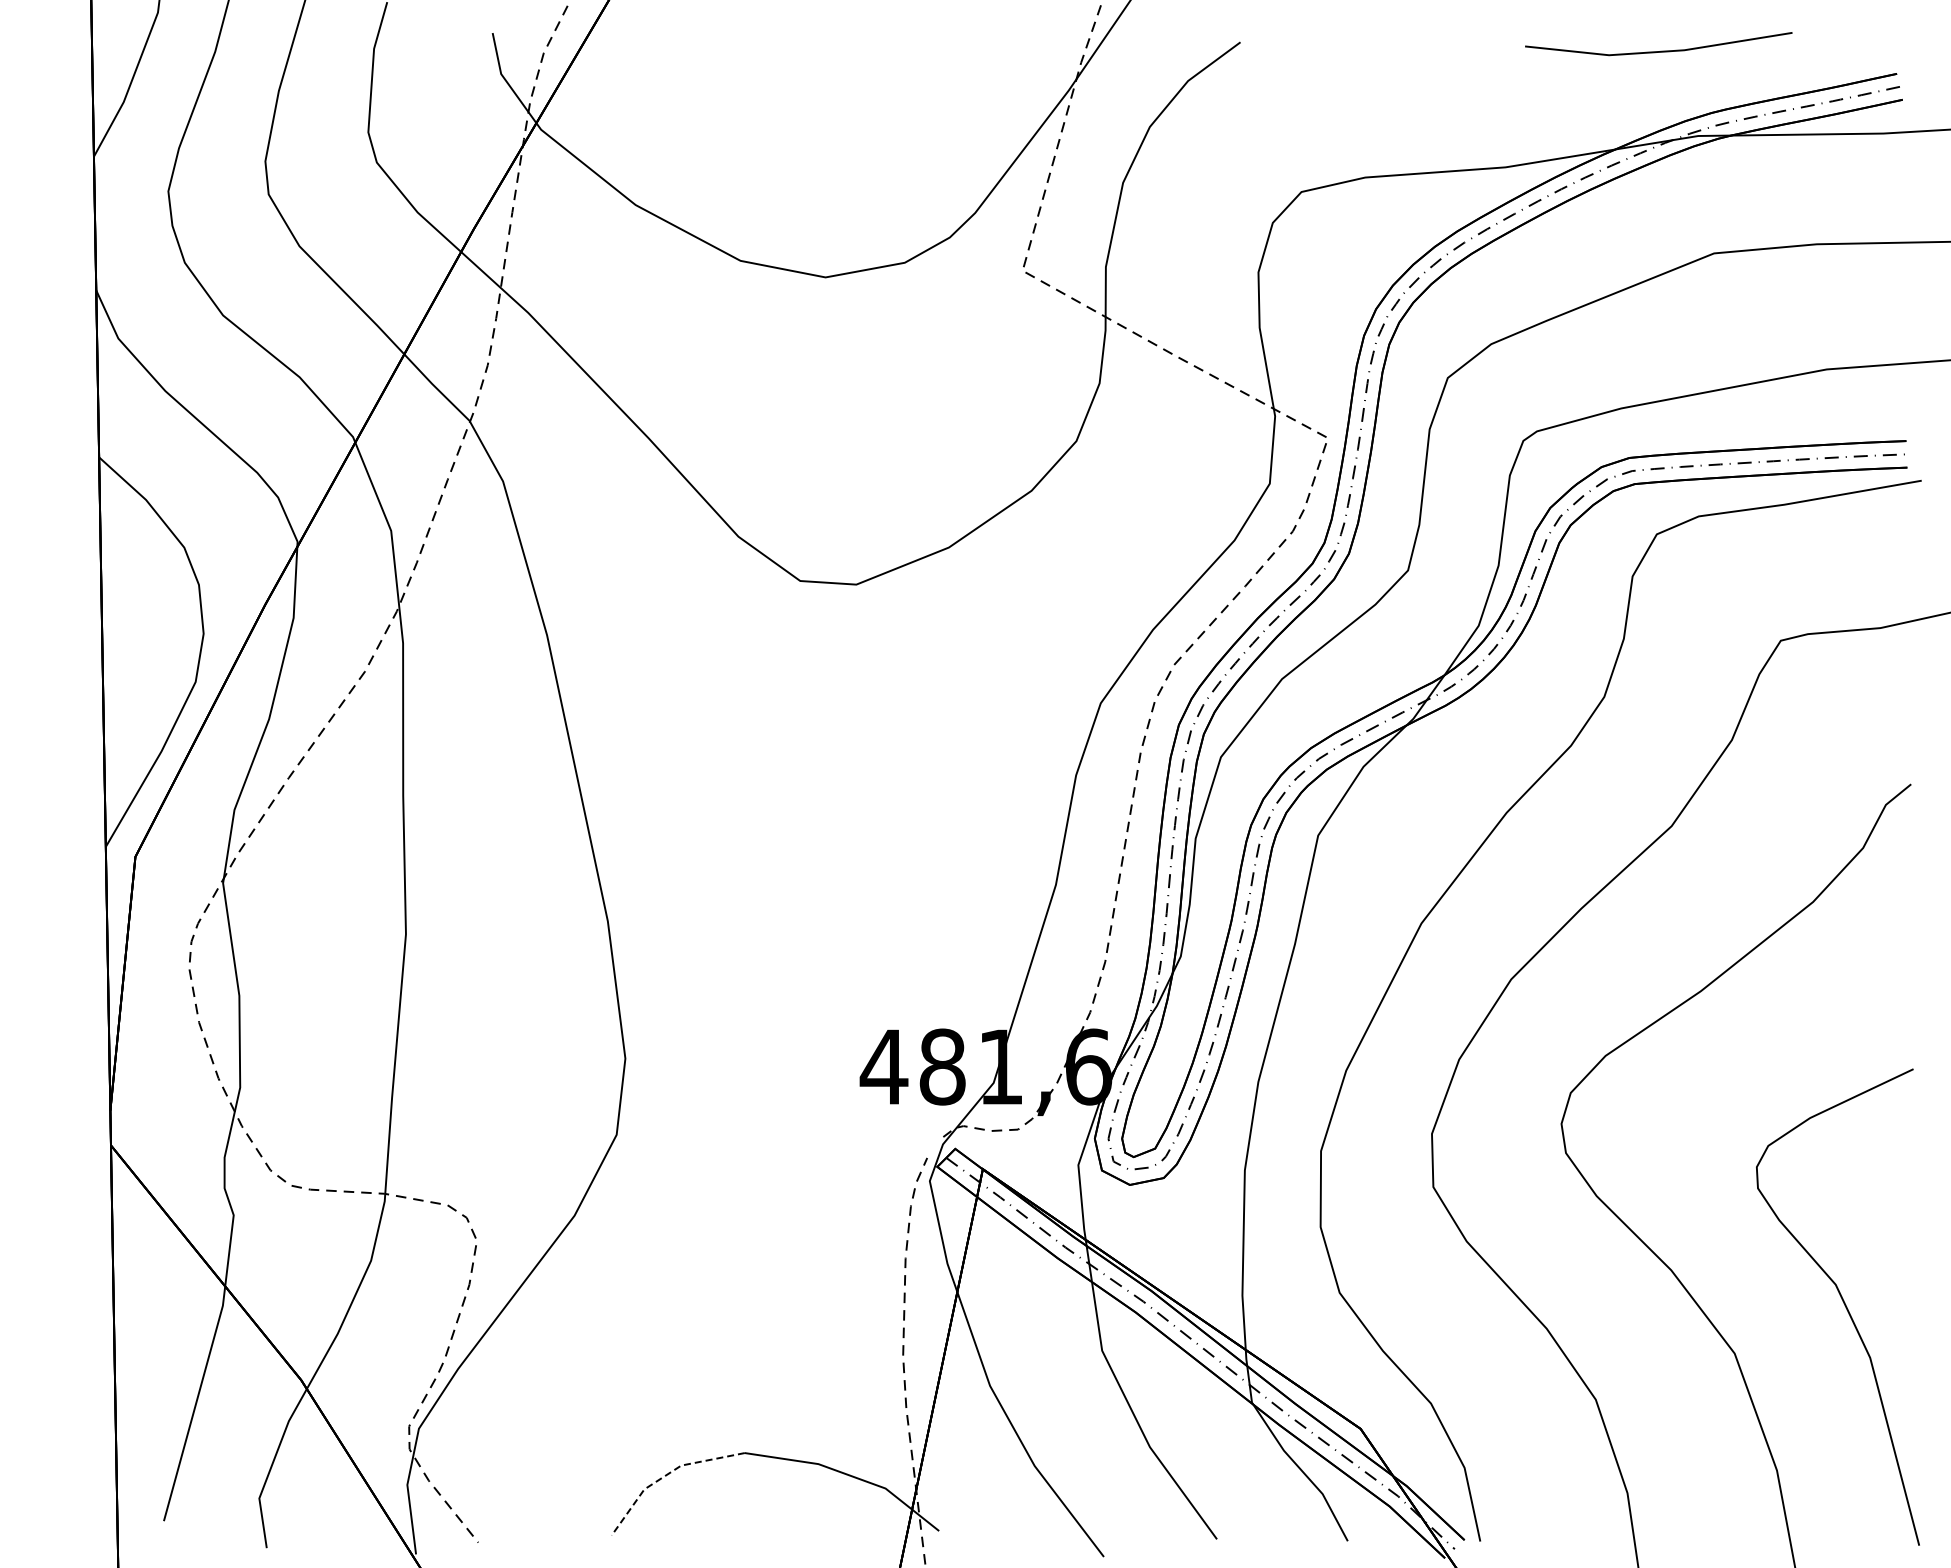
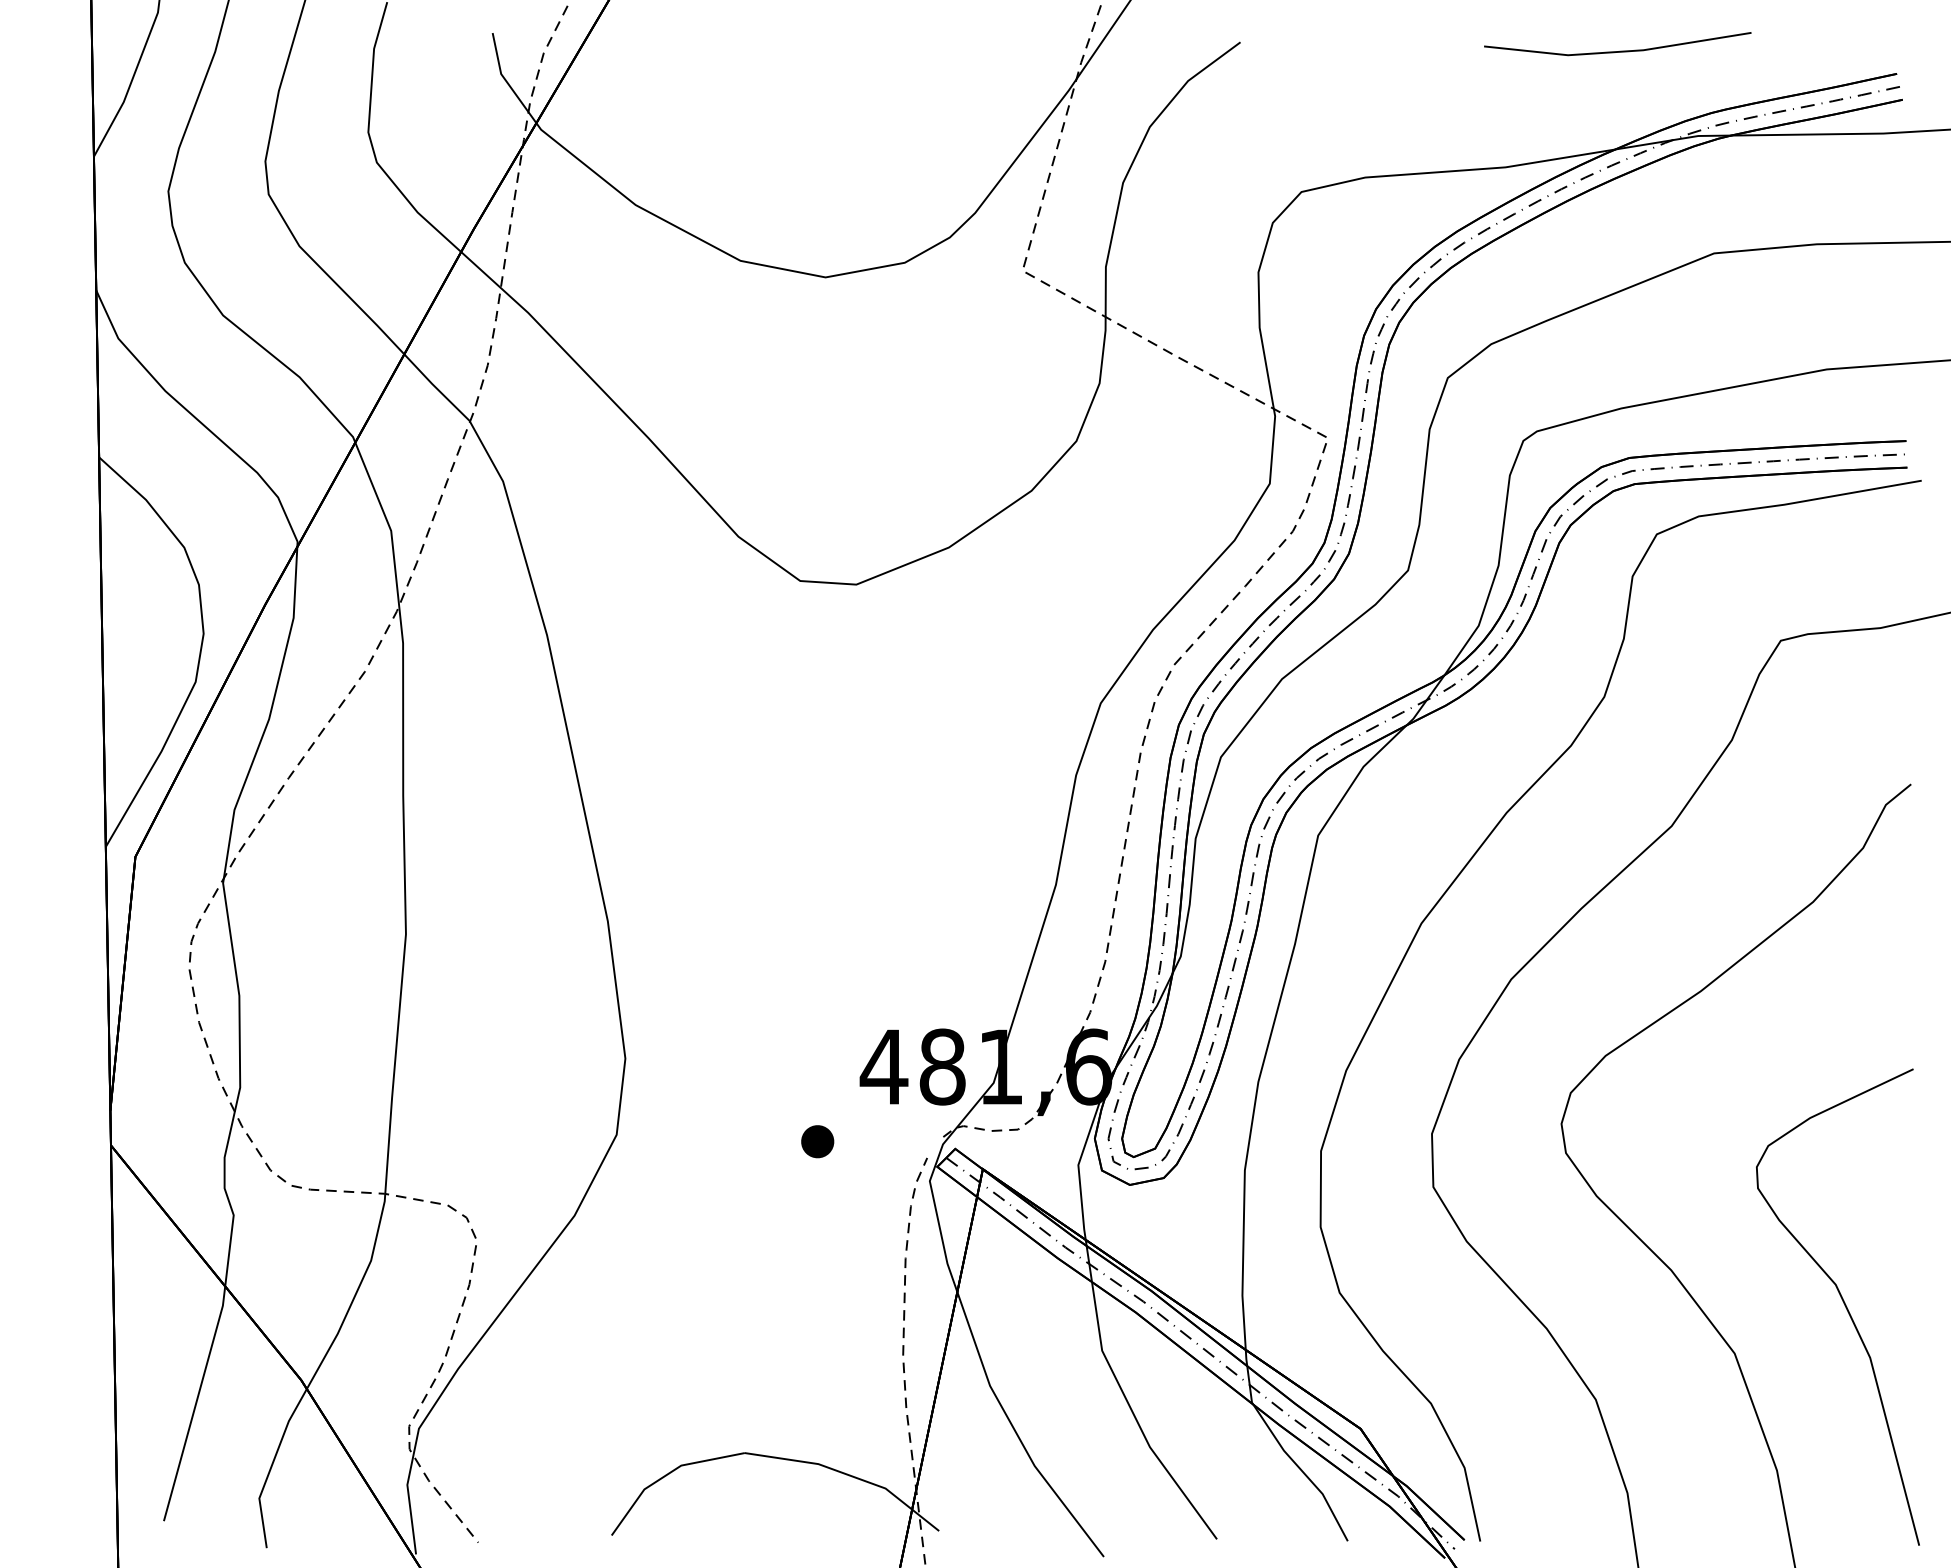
line at (1661, 50) position: (1661, 50) -> (1620, 50)
part at (817, 1141): none -> present
line at (666, 1475): dashed -> solid
